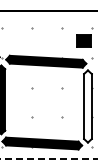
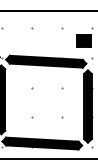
fill at (87, 106): none -> present
line at (48, 159): dashed -> solid
